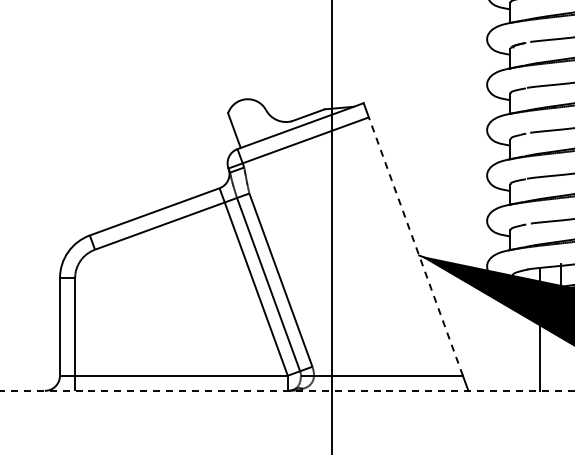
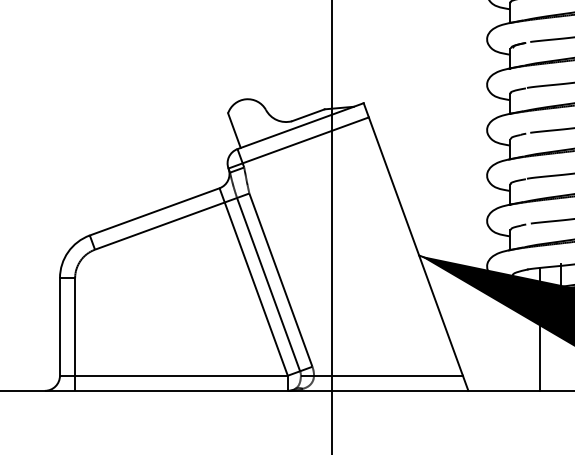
line at (415, 246): dashed -> solid
line at (287, 390): dashed -> solid
